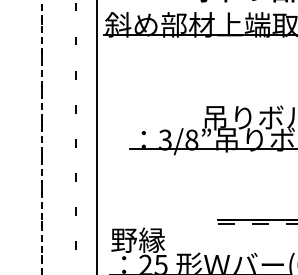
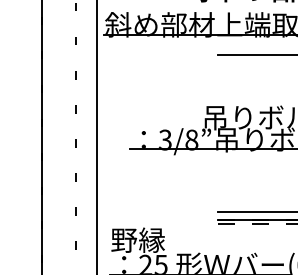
line at (255, 55): none -> present
line at (41, 137): dashed -> solid
line at (255, 211): none -> present
